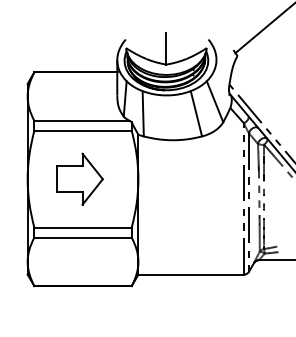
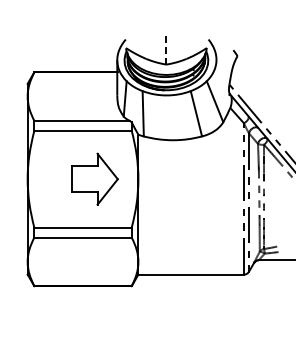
line at (263, 28): present -> none
line at (166, 48): solid -> dashed
part at (79, 178) position: (79, 178) -> (94, 178)
